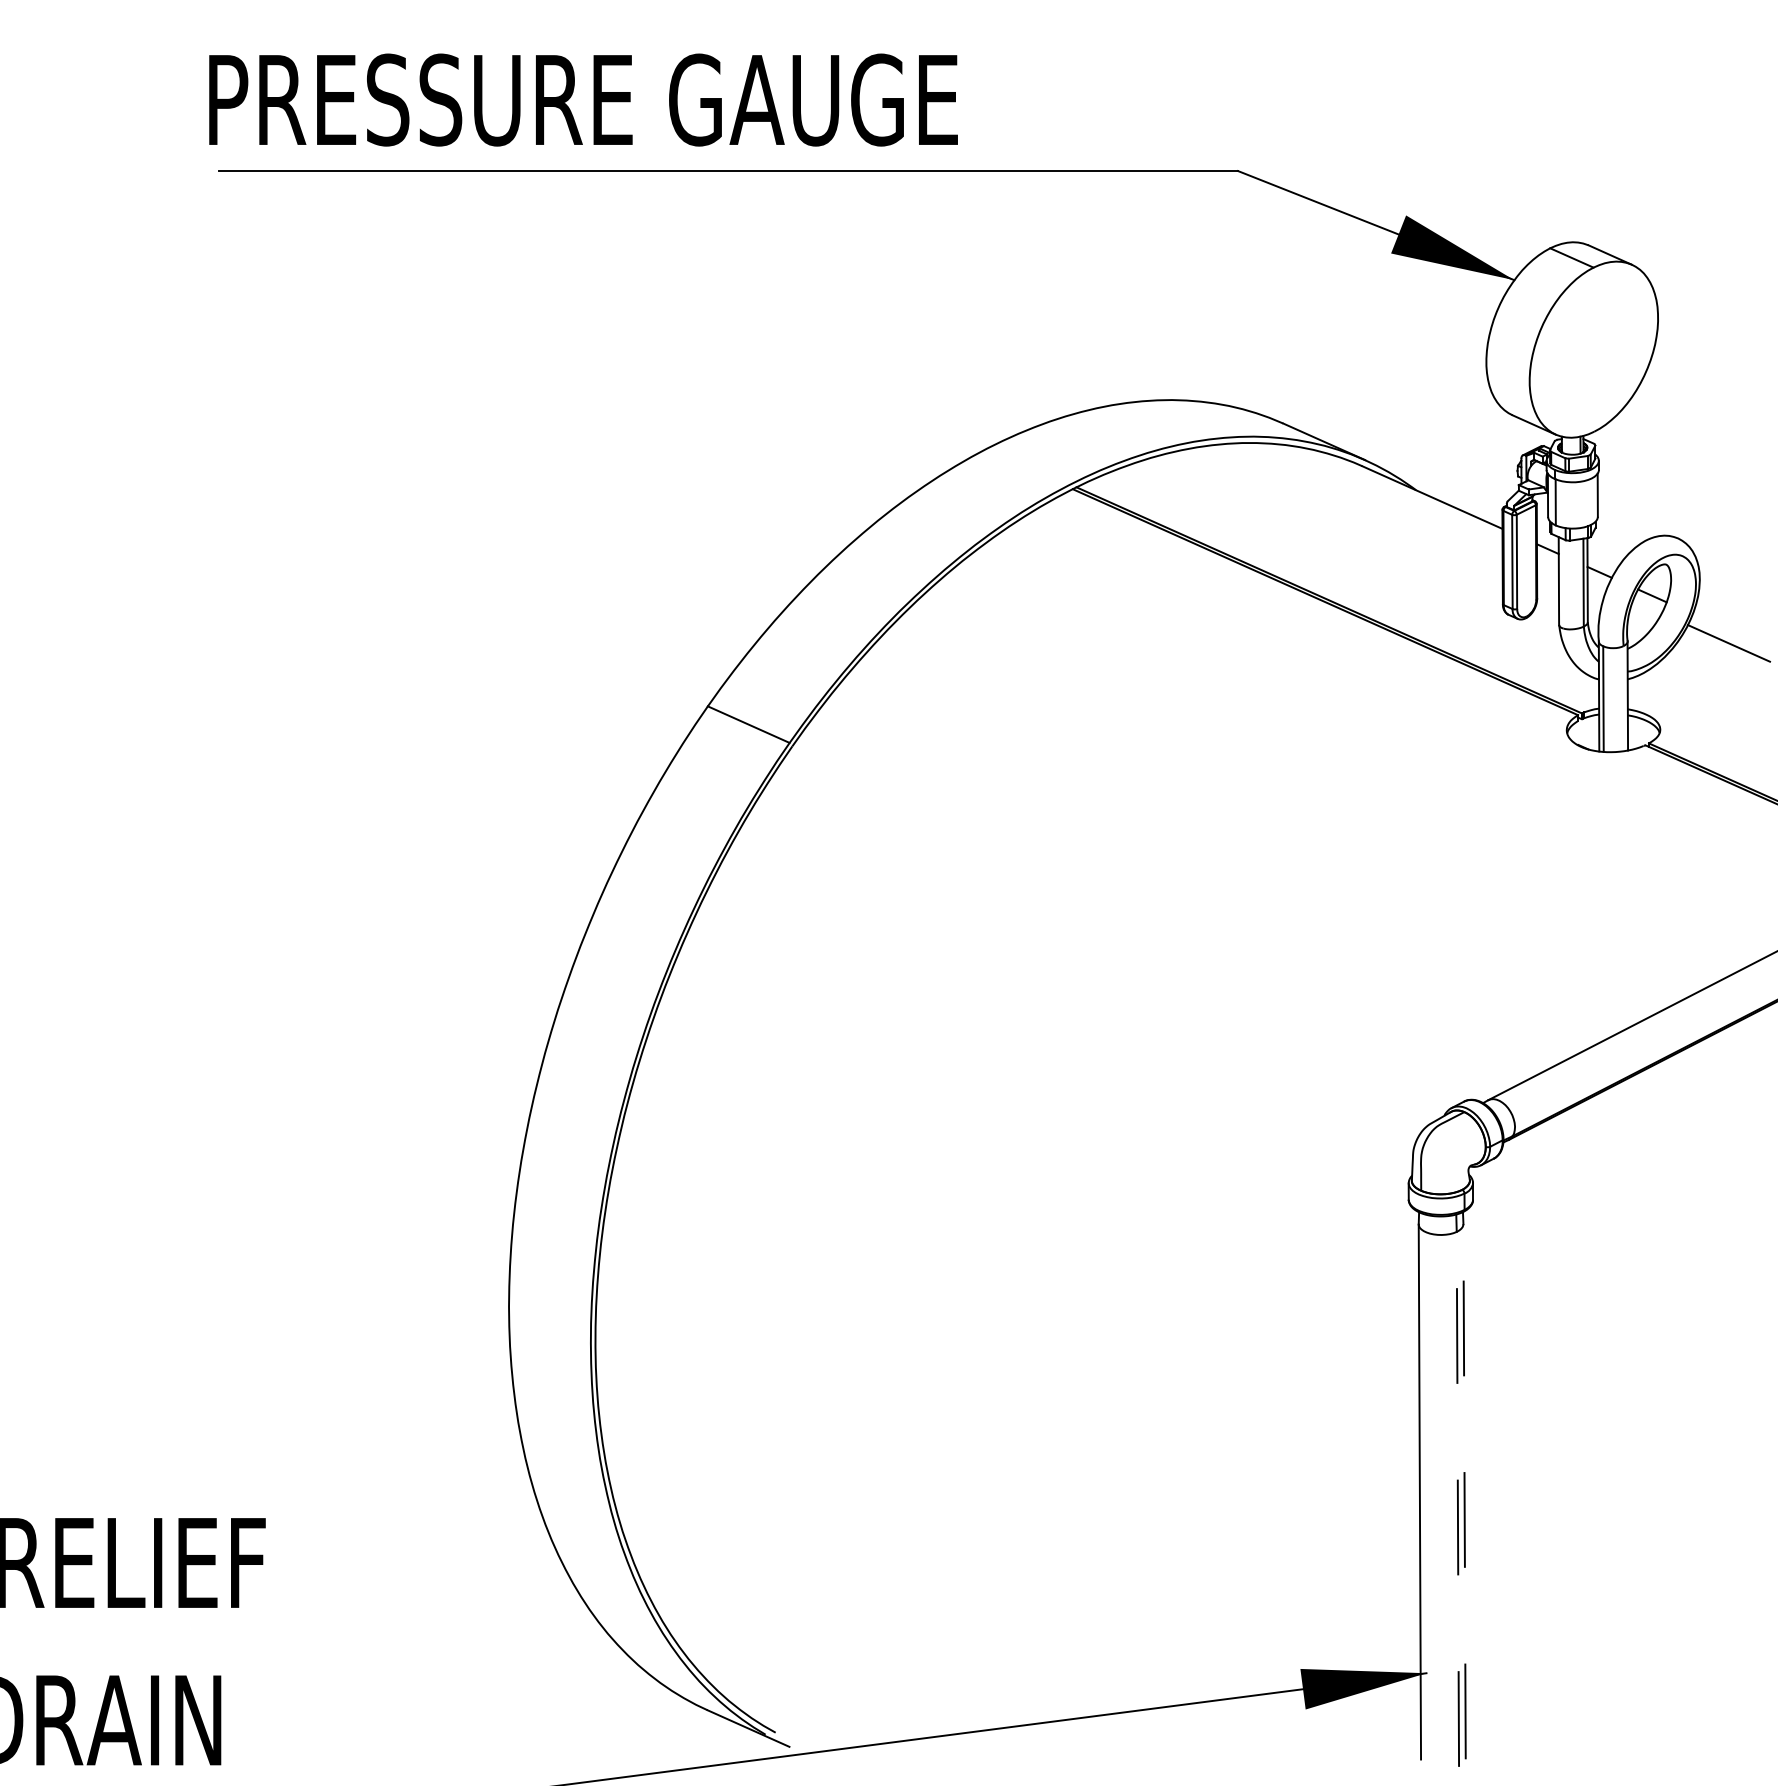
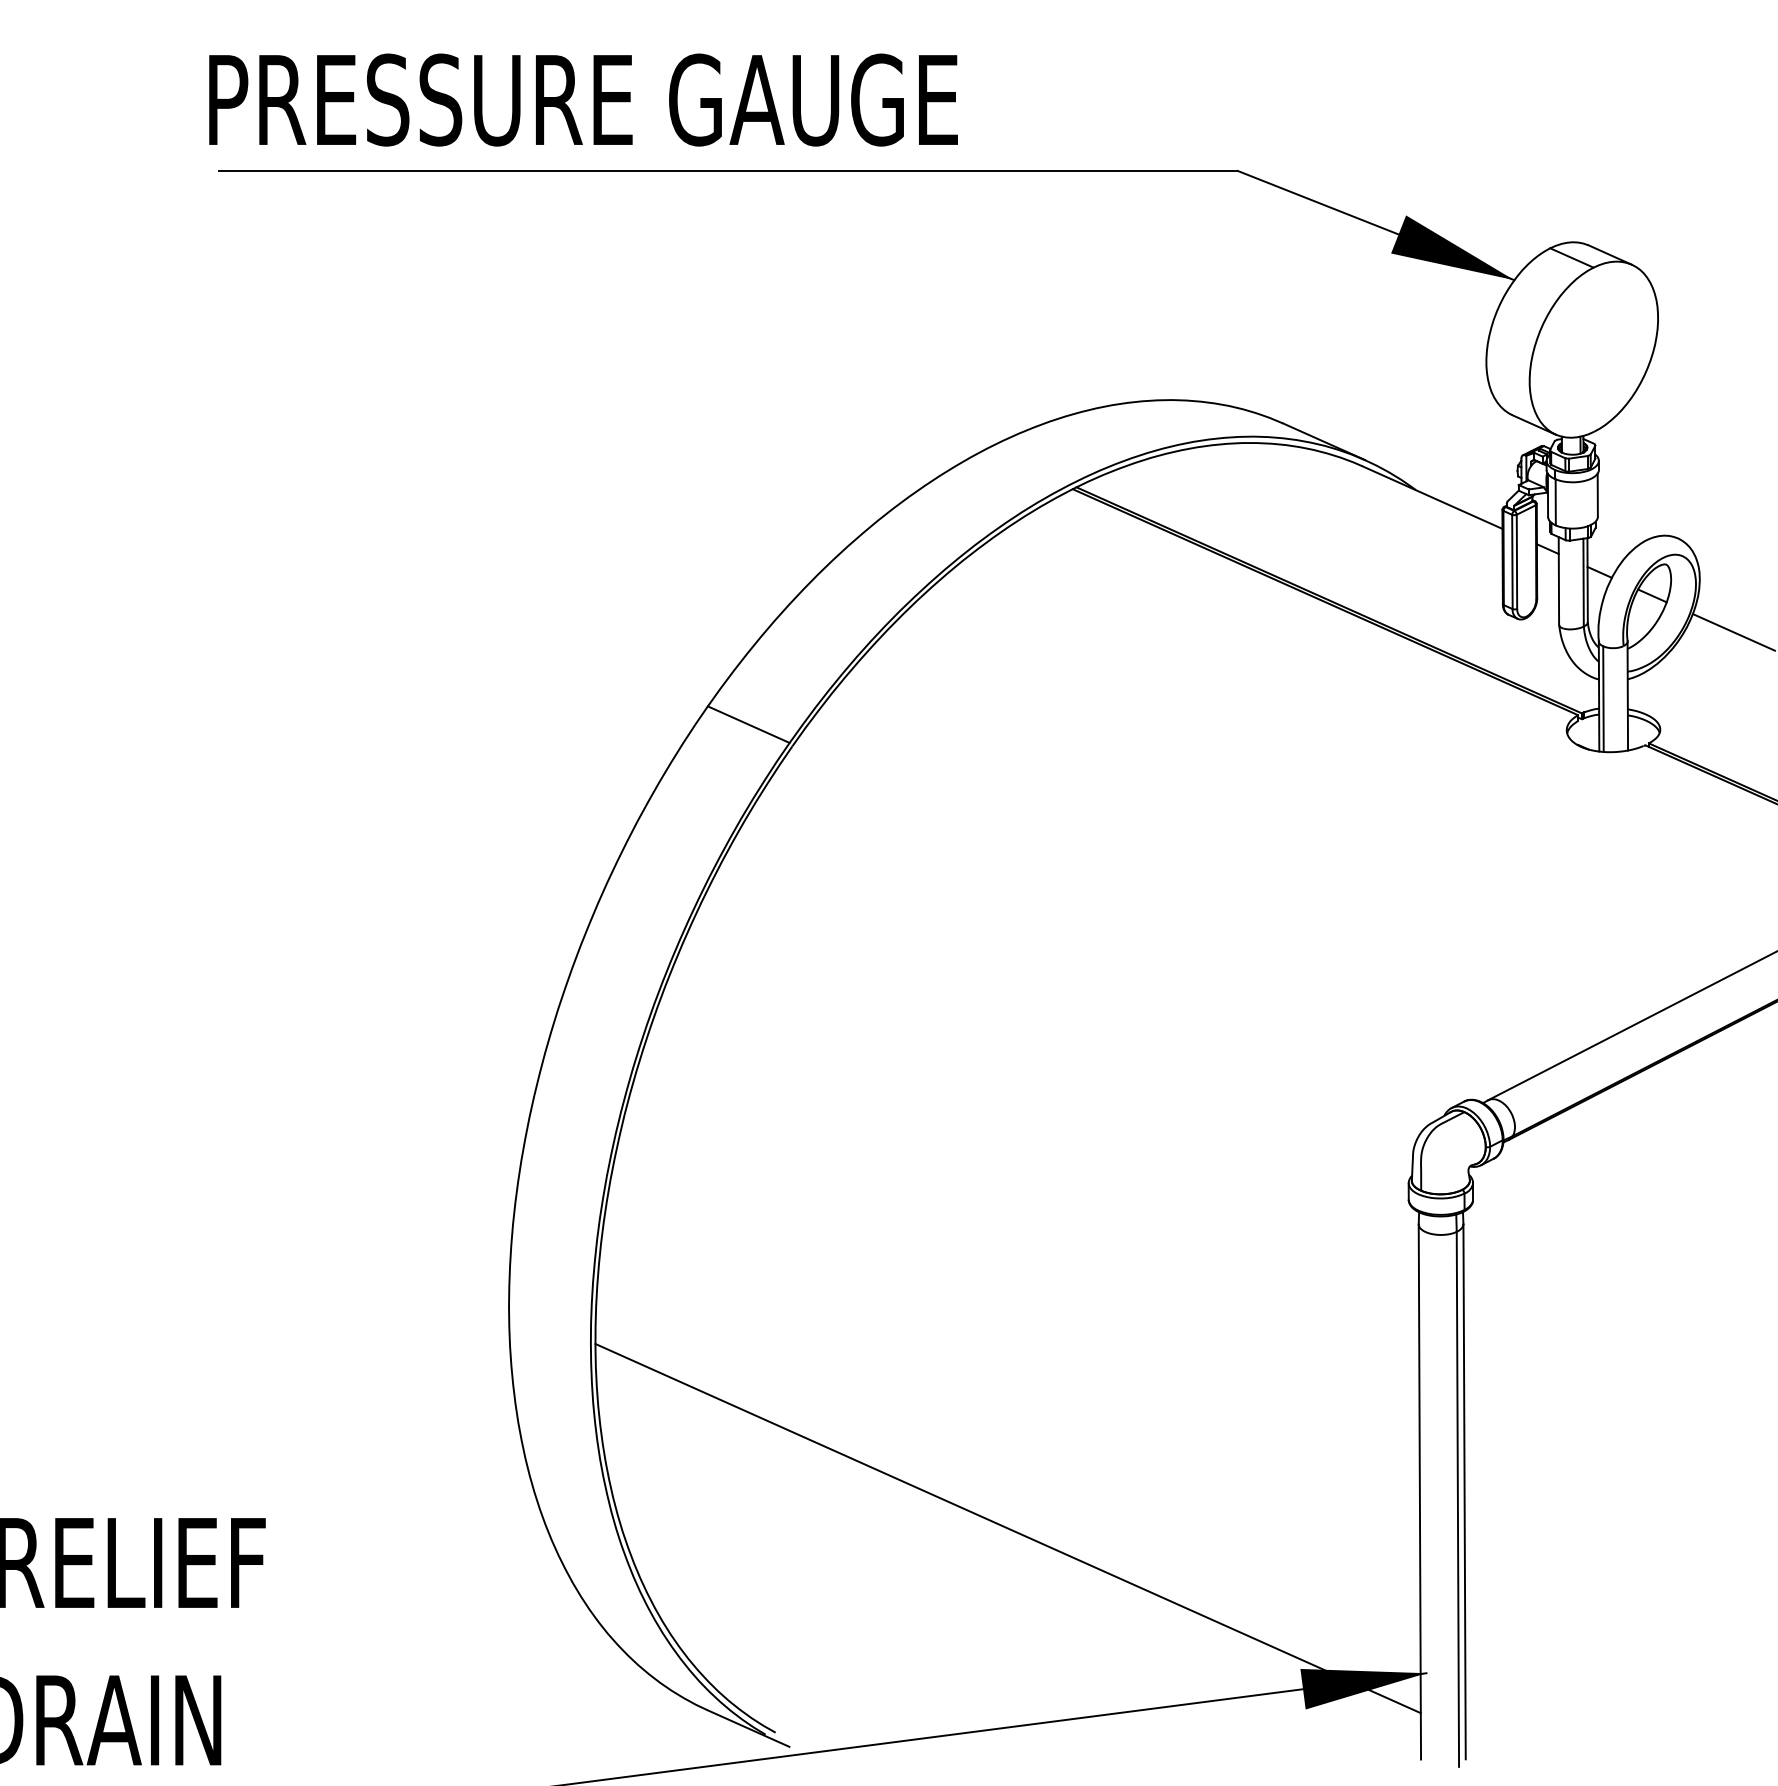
line at (1728, 643) position: (1728, 643) -> (1733, 632)
line at (1464, 1491): dashed -> solid
line at (1457, 1498): dashed -> solid
line at (1007, 1528): none -> present
